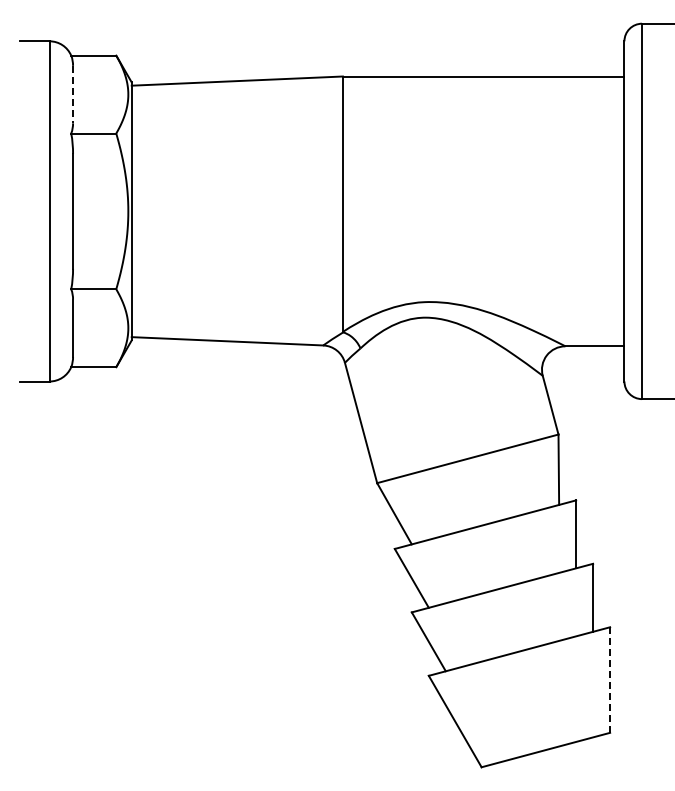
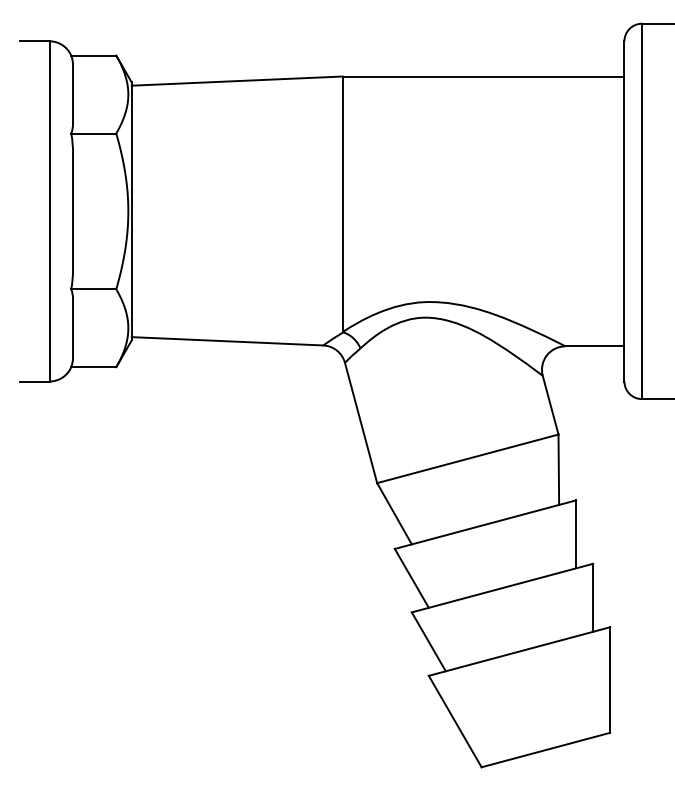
line at (73, 94): dashed -> solid
line at (610, 680): dashed -> solid
